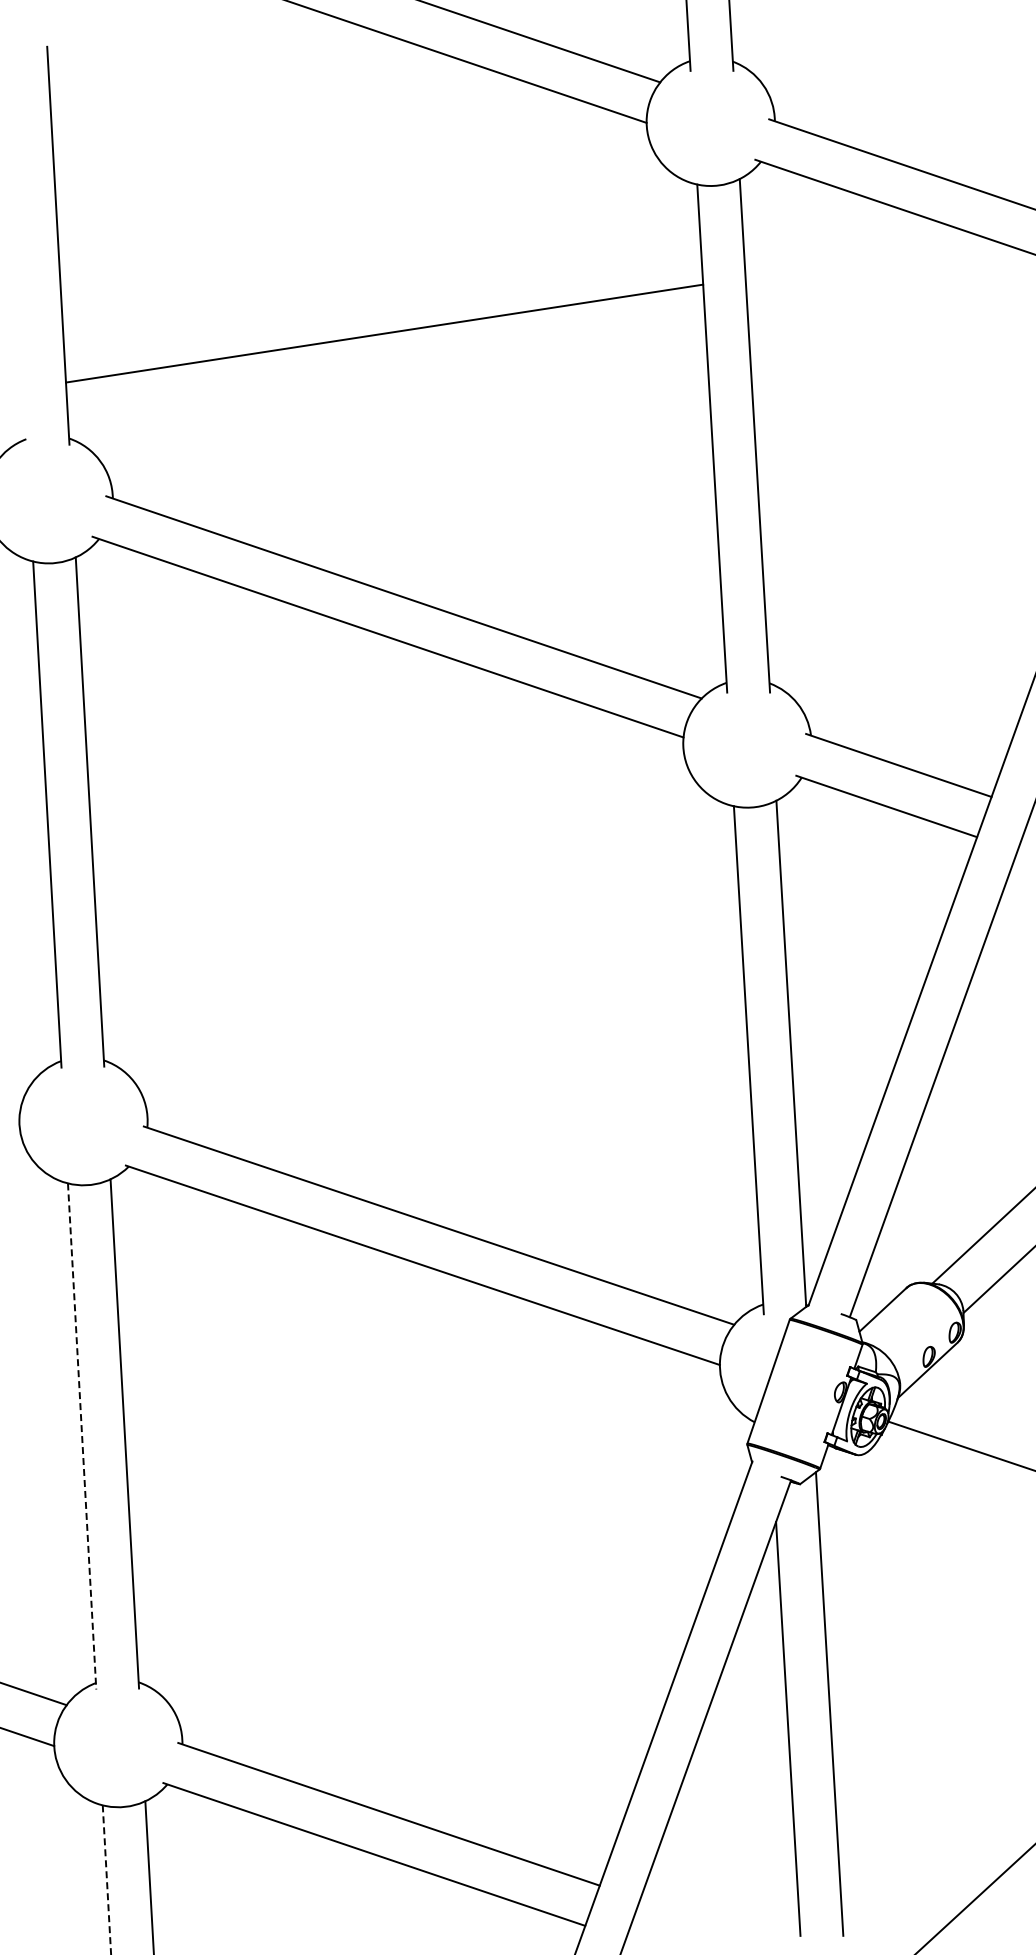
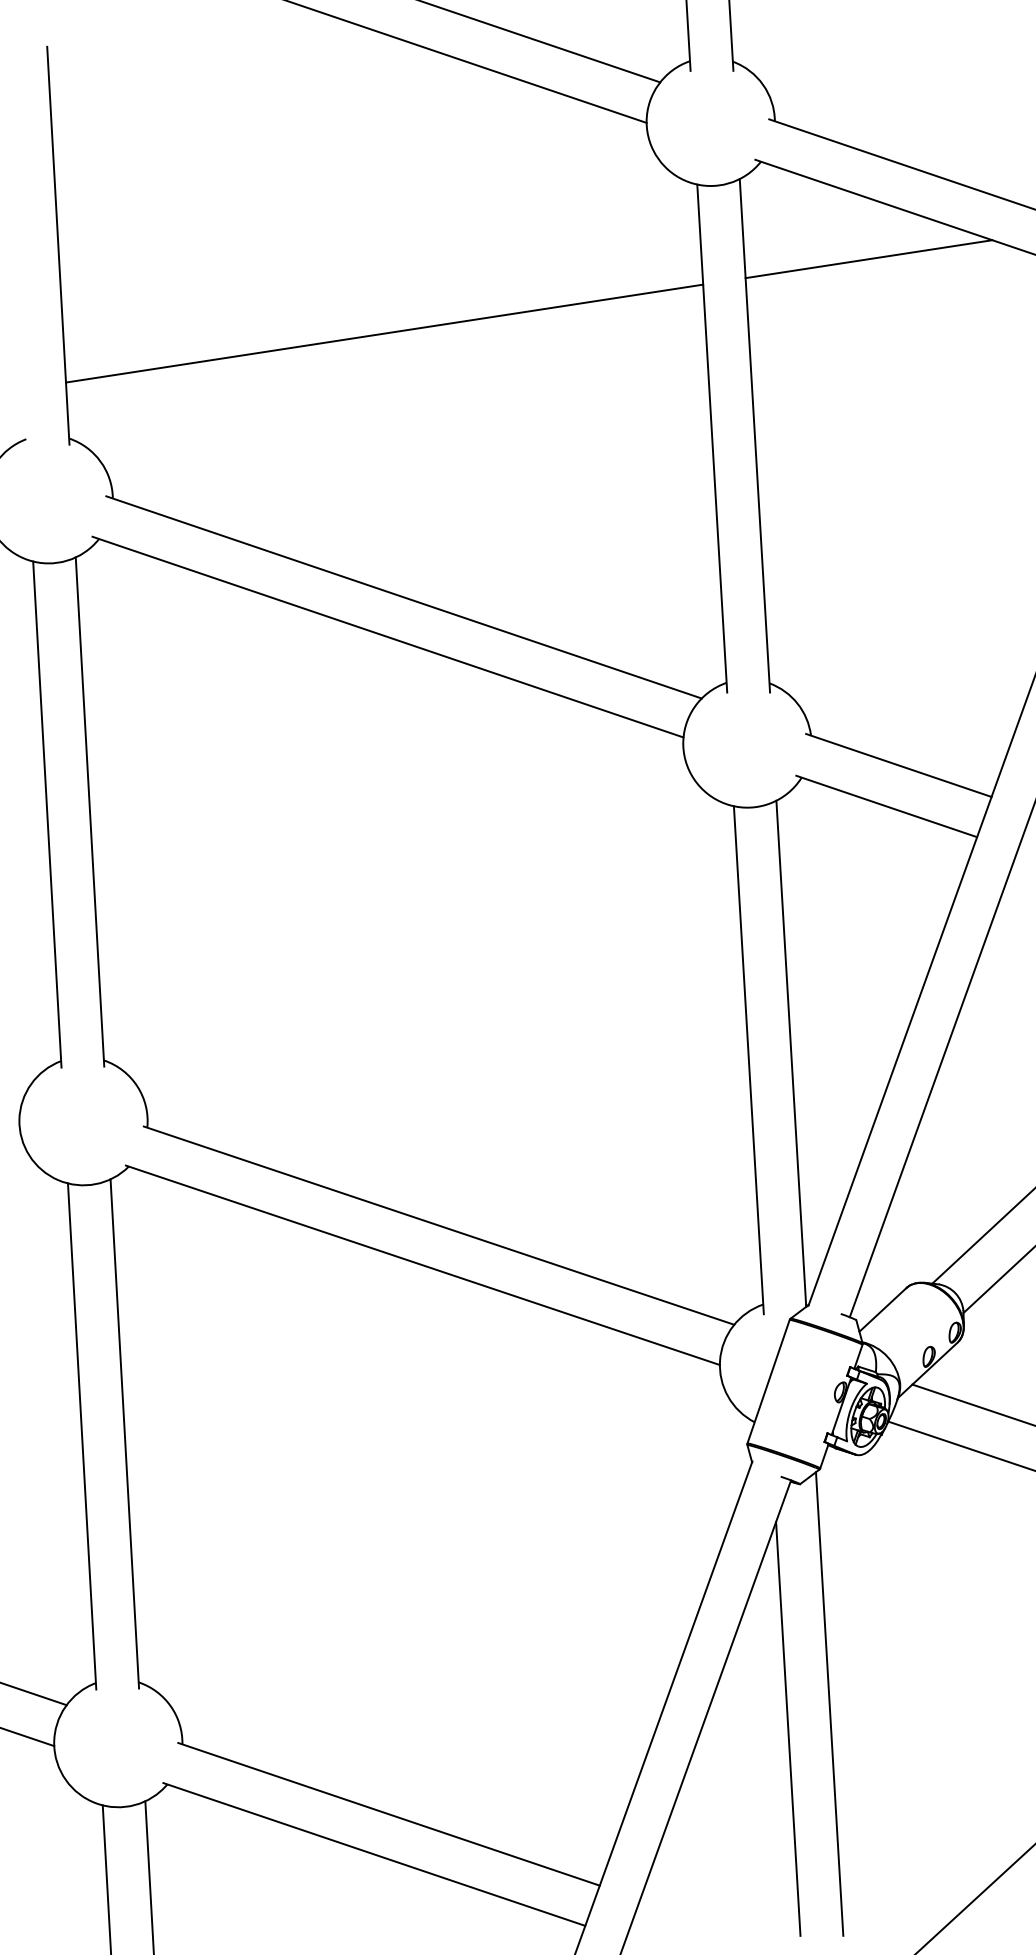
line at (868, 259): none -> present
line at (972, 1404): none -> present
line at (82, 1437): dashed -> solid
line at (106, 1880): dashed -> solid
